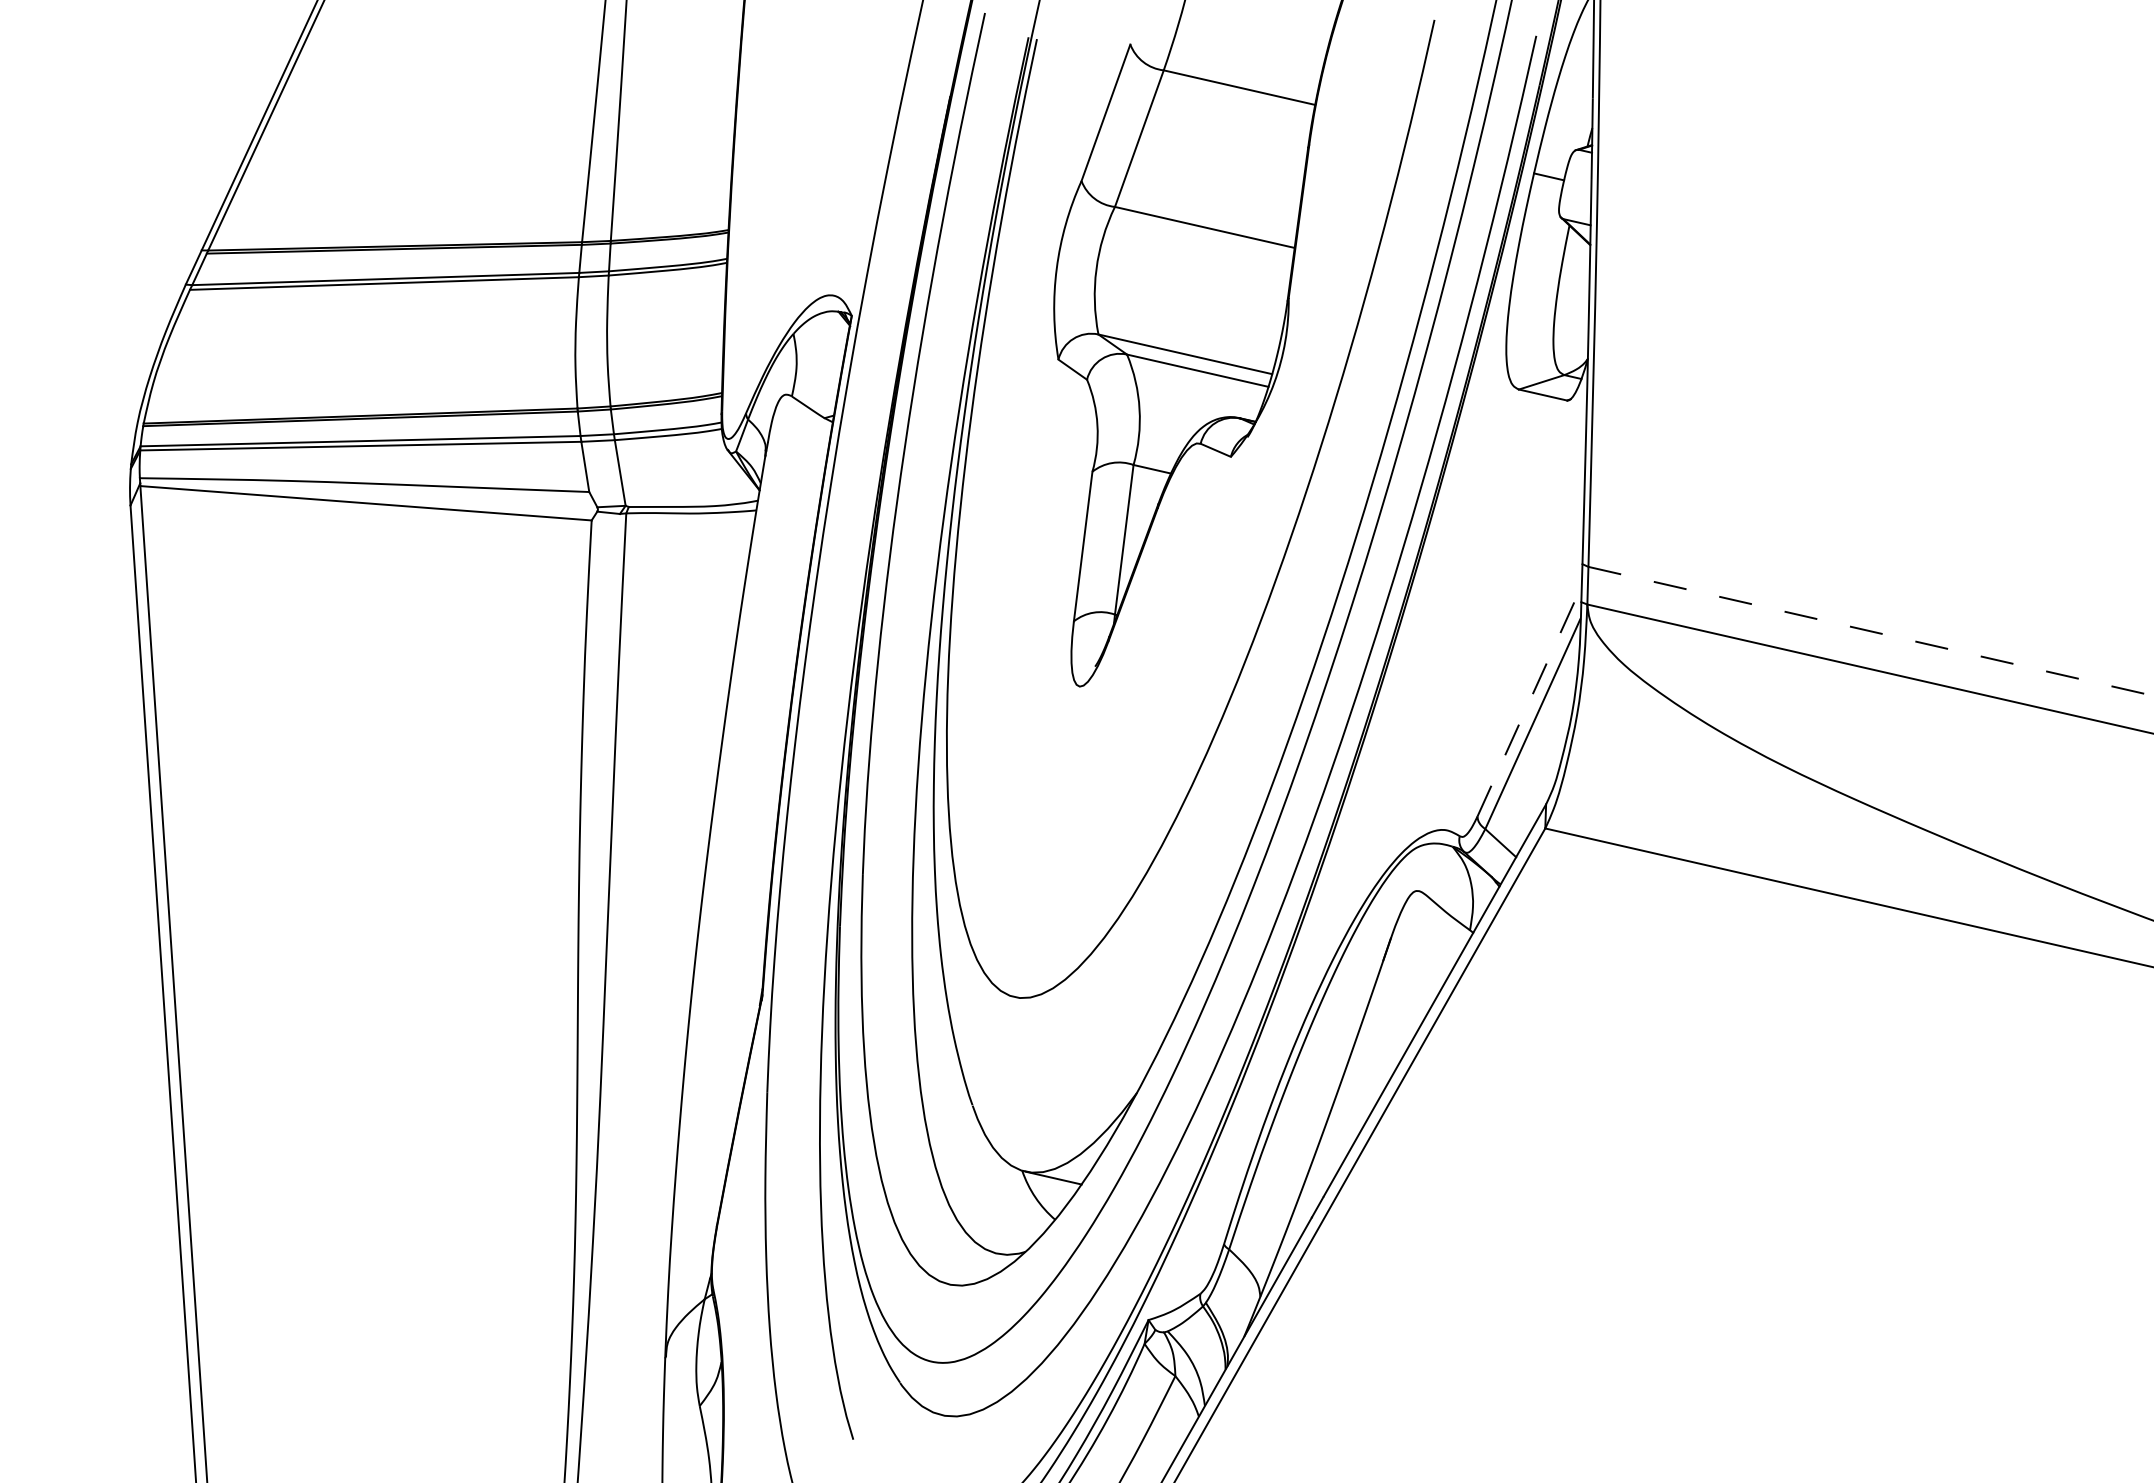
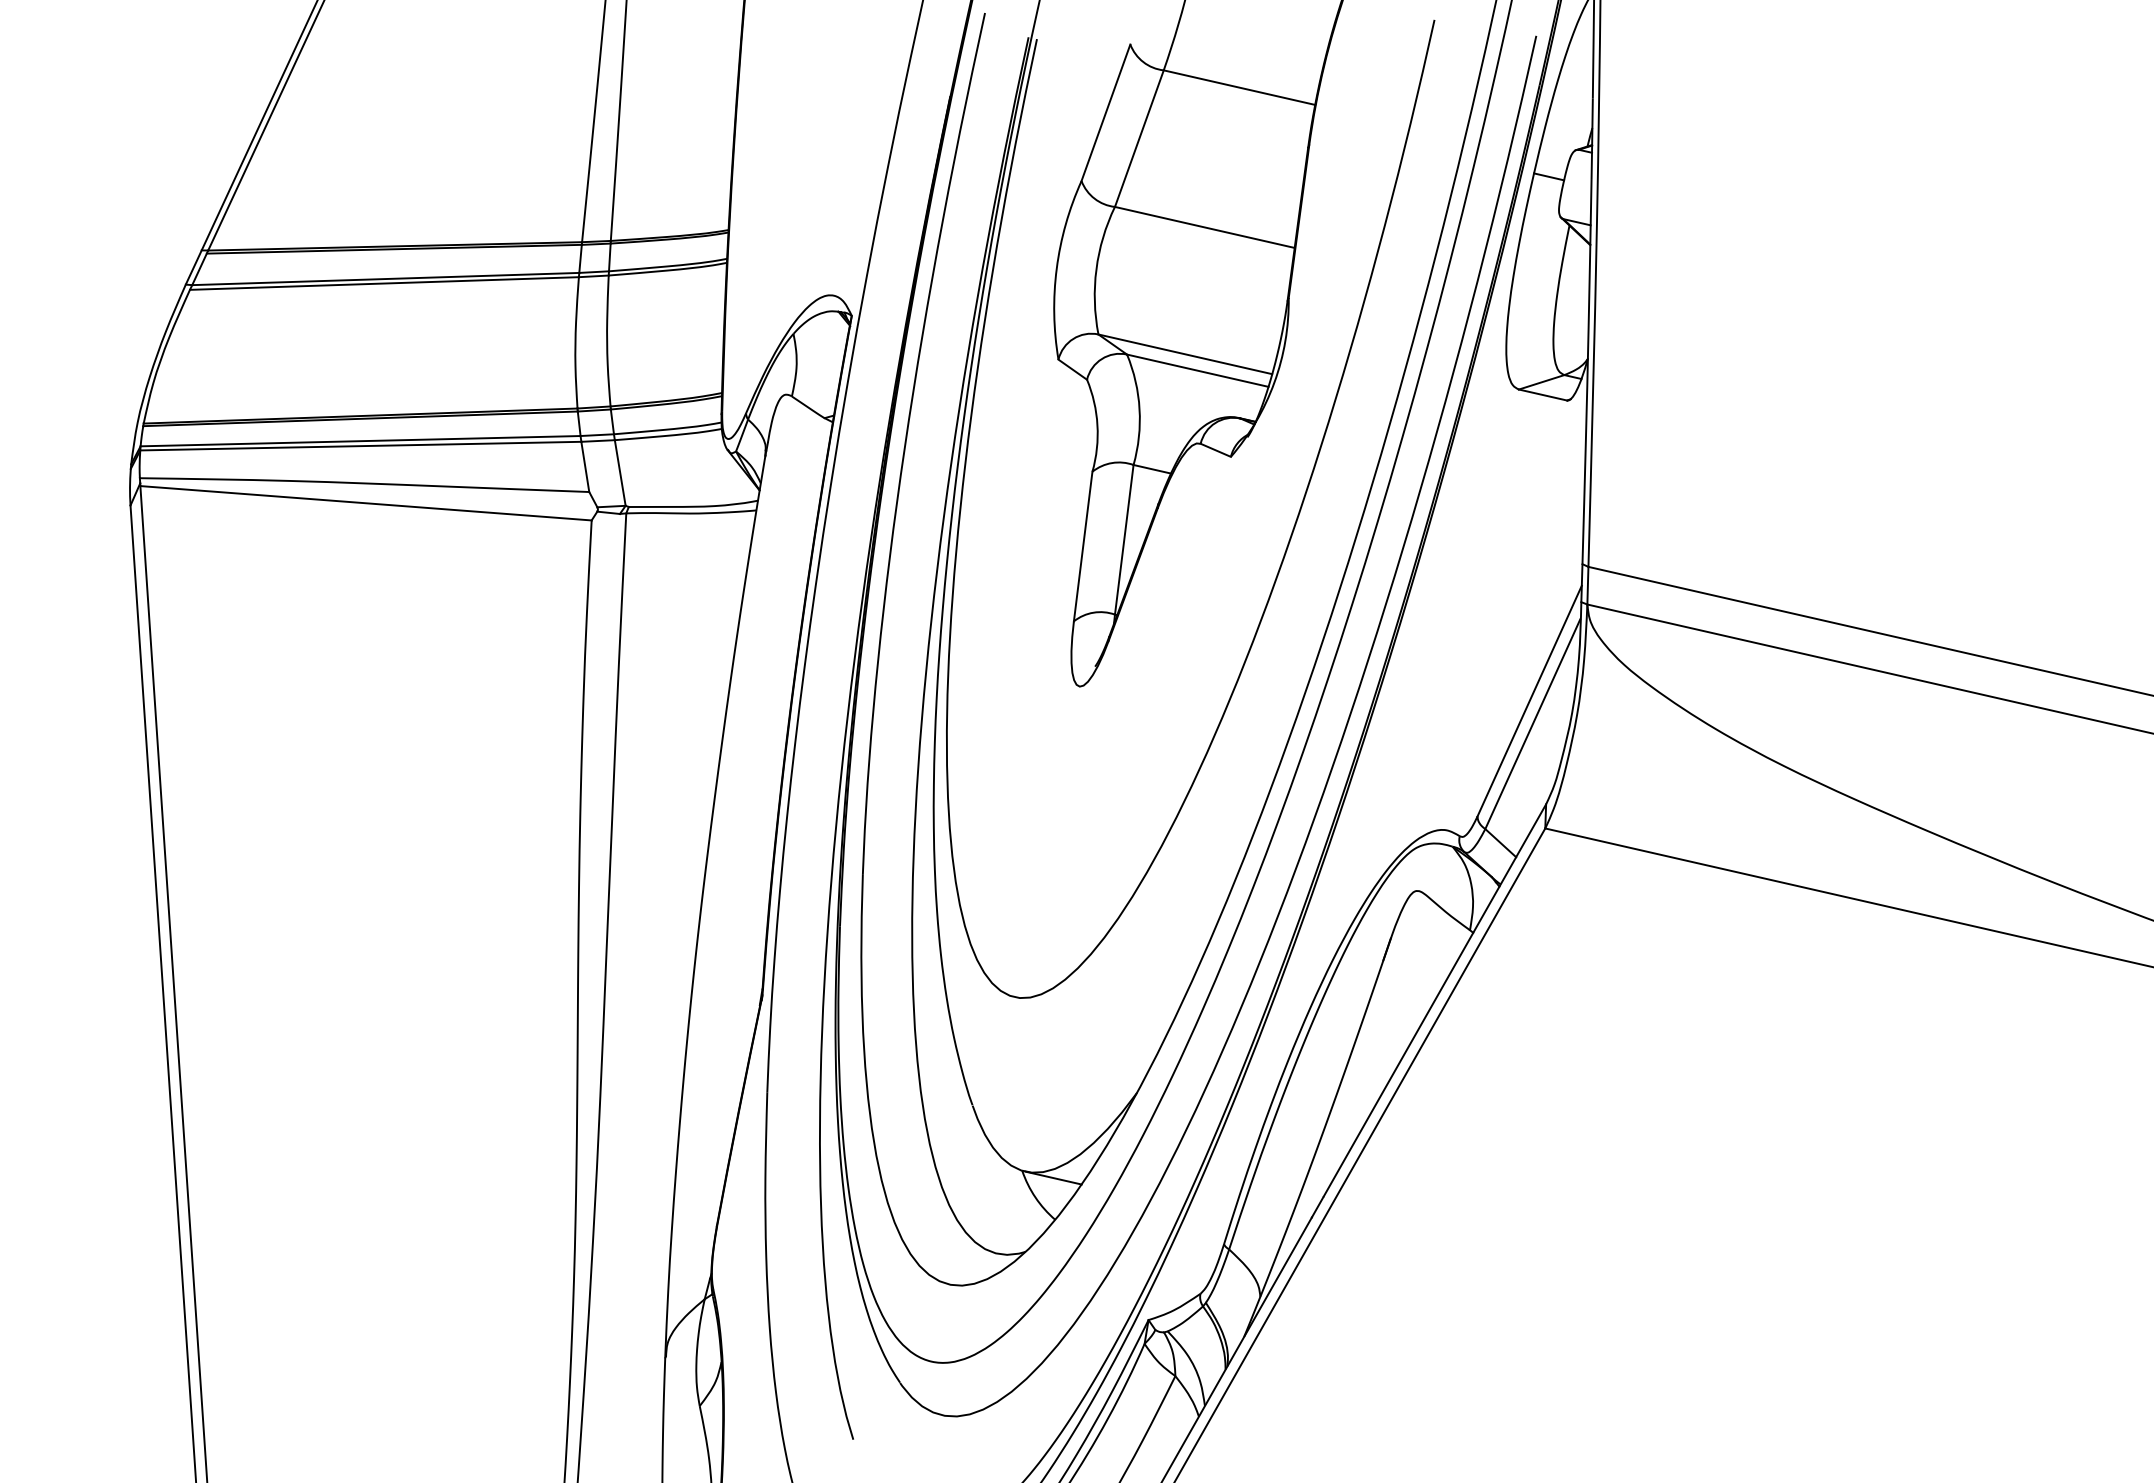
line at (1870, 631): dashed -> solid
line at (1529, 701): dashed -> solid
